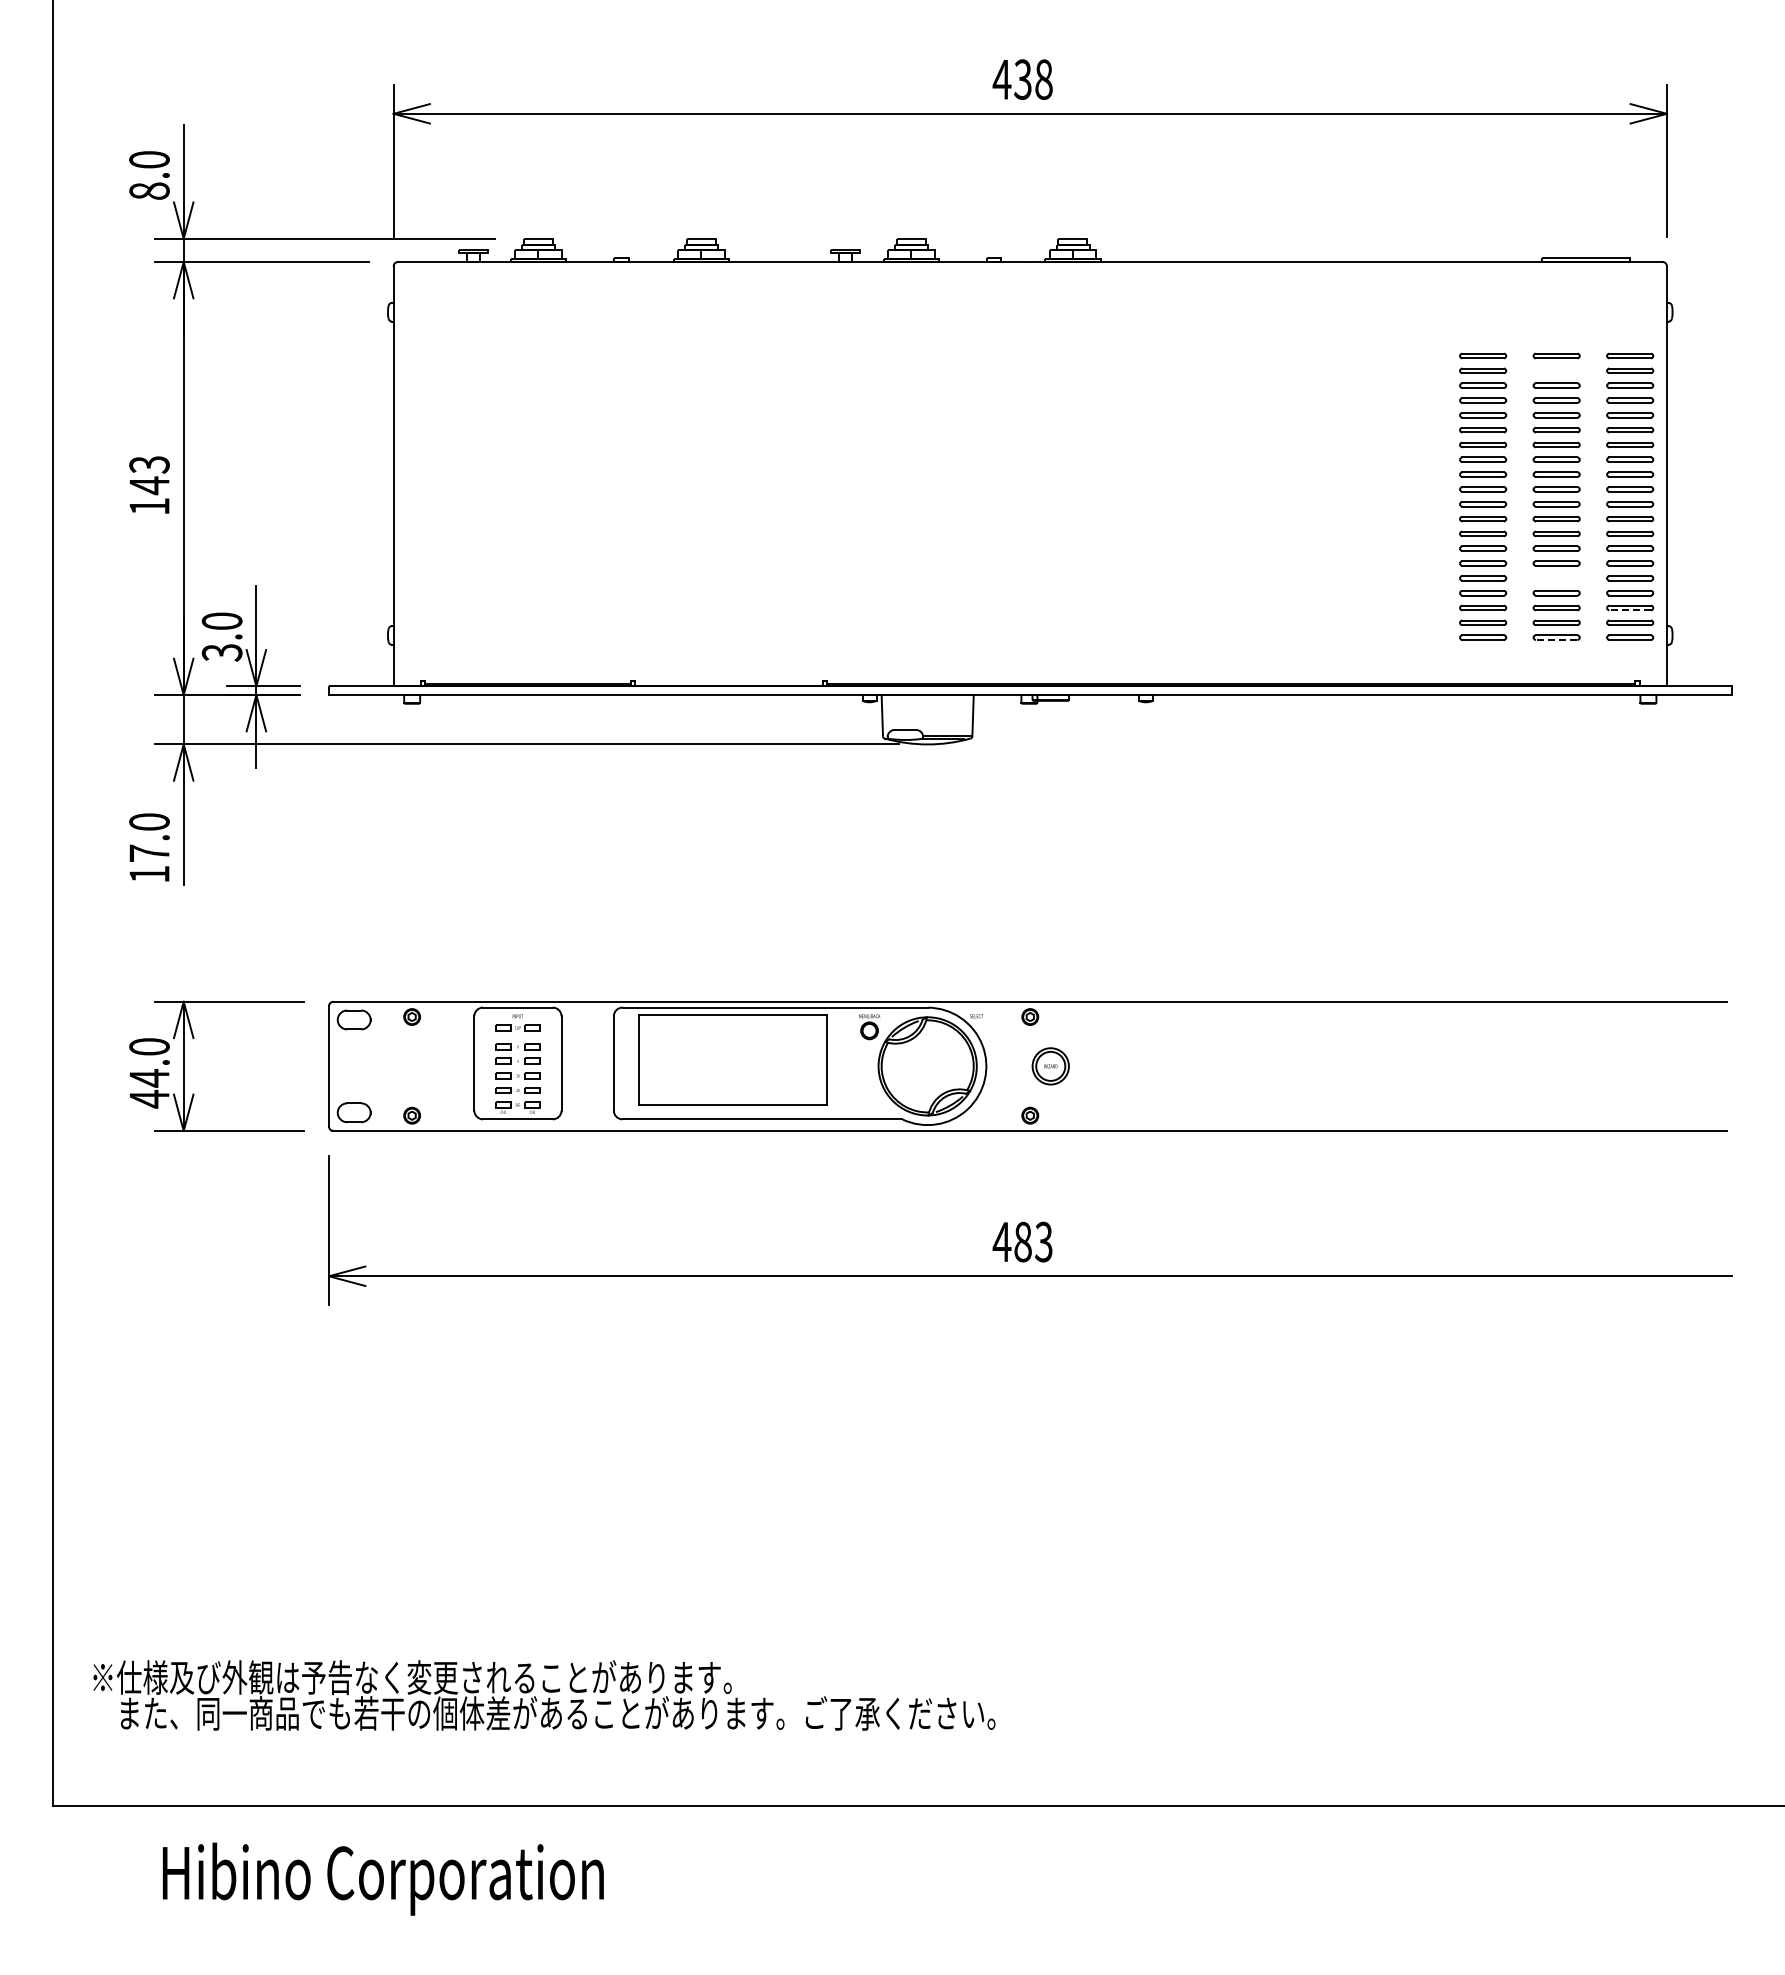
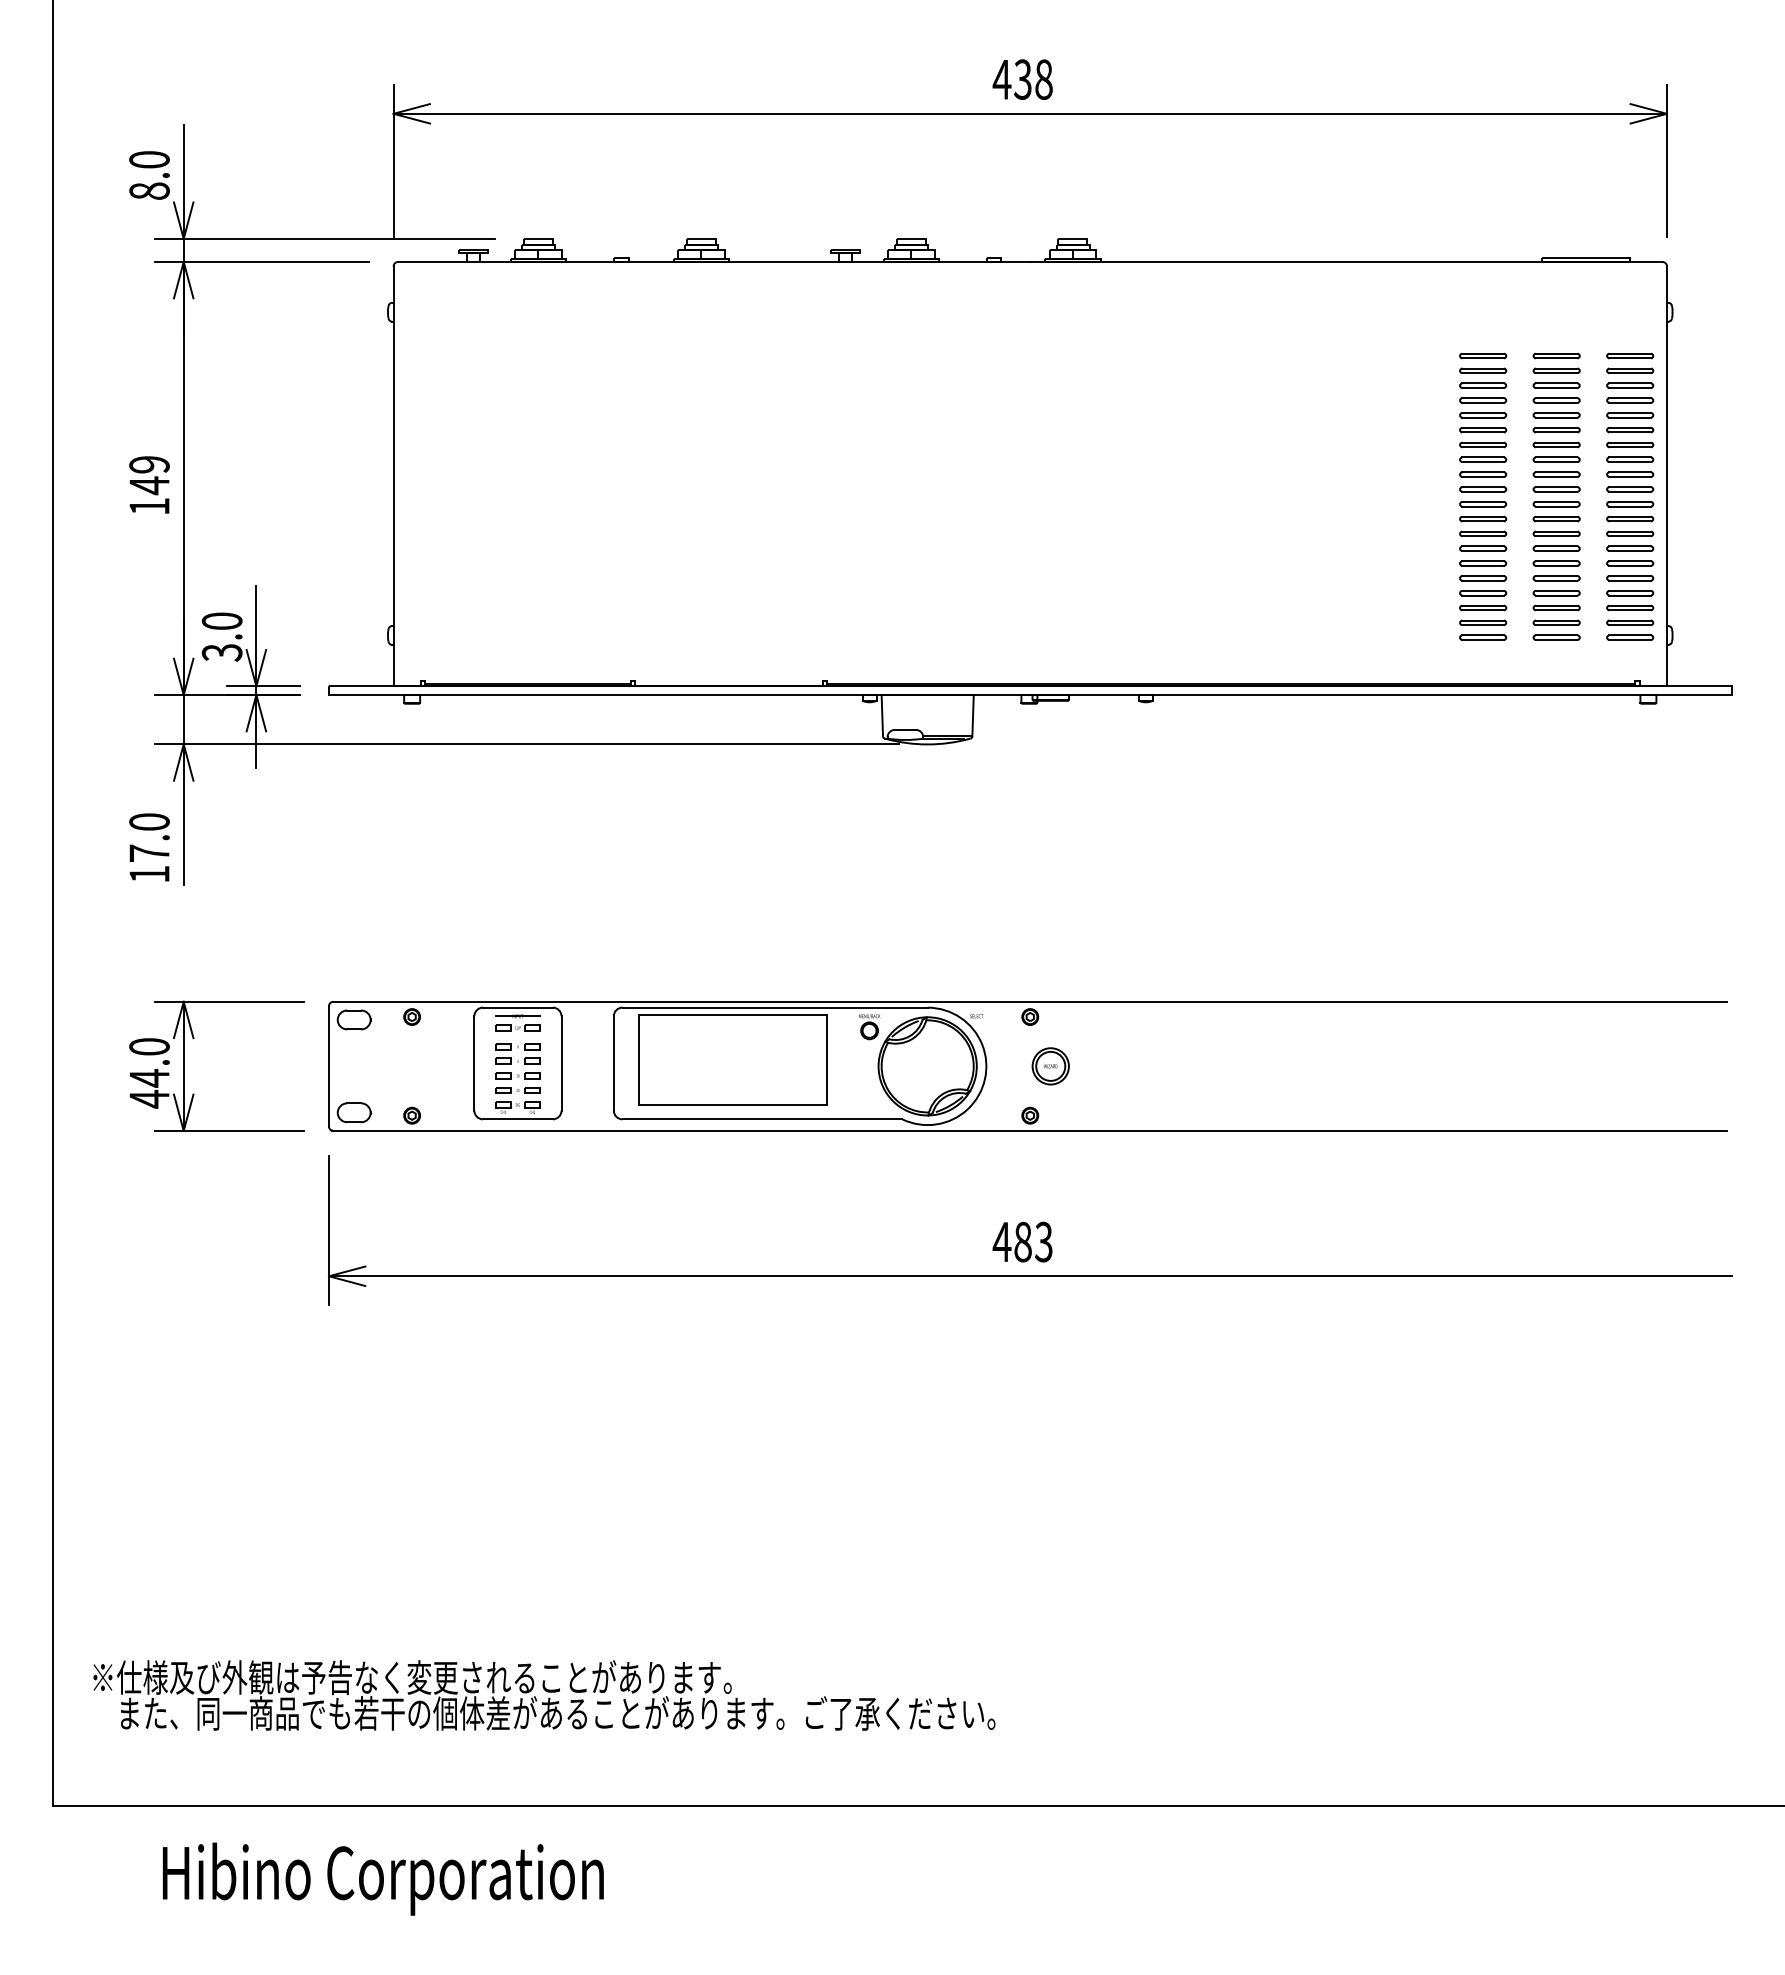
part at (1556, 370): none -> present
text at (149, 464): 143 -> 149
part at (1556, 578): none -> present
line at (1630, 610): dashed -> solid
line at (1556, 639): dashed -> solid
line at (517, 1016): none -> present
